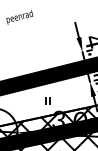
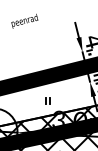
text at (19, 16) position: (19, 16) -> (24, 20)
